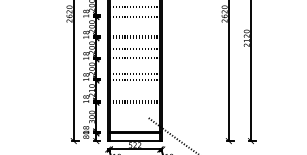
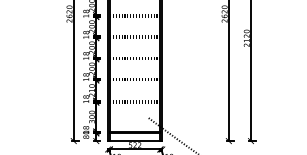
line at (134, 7) position: (134, 7) -> (134, 15)
line at (134, 49) position: (134, 49) -> (134, 59)
line at (134, 73) position: (134, 73) -> (134, 78)
